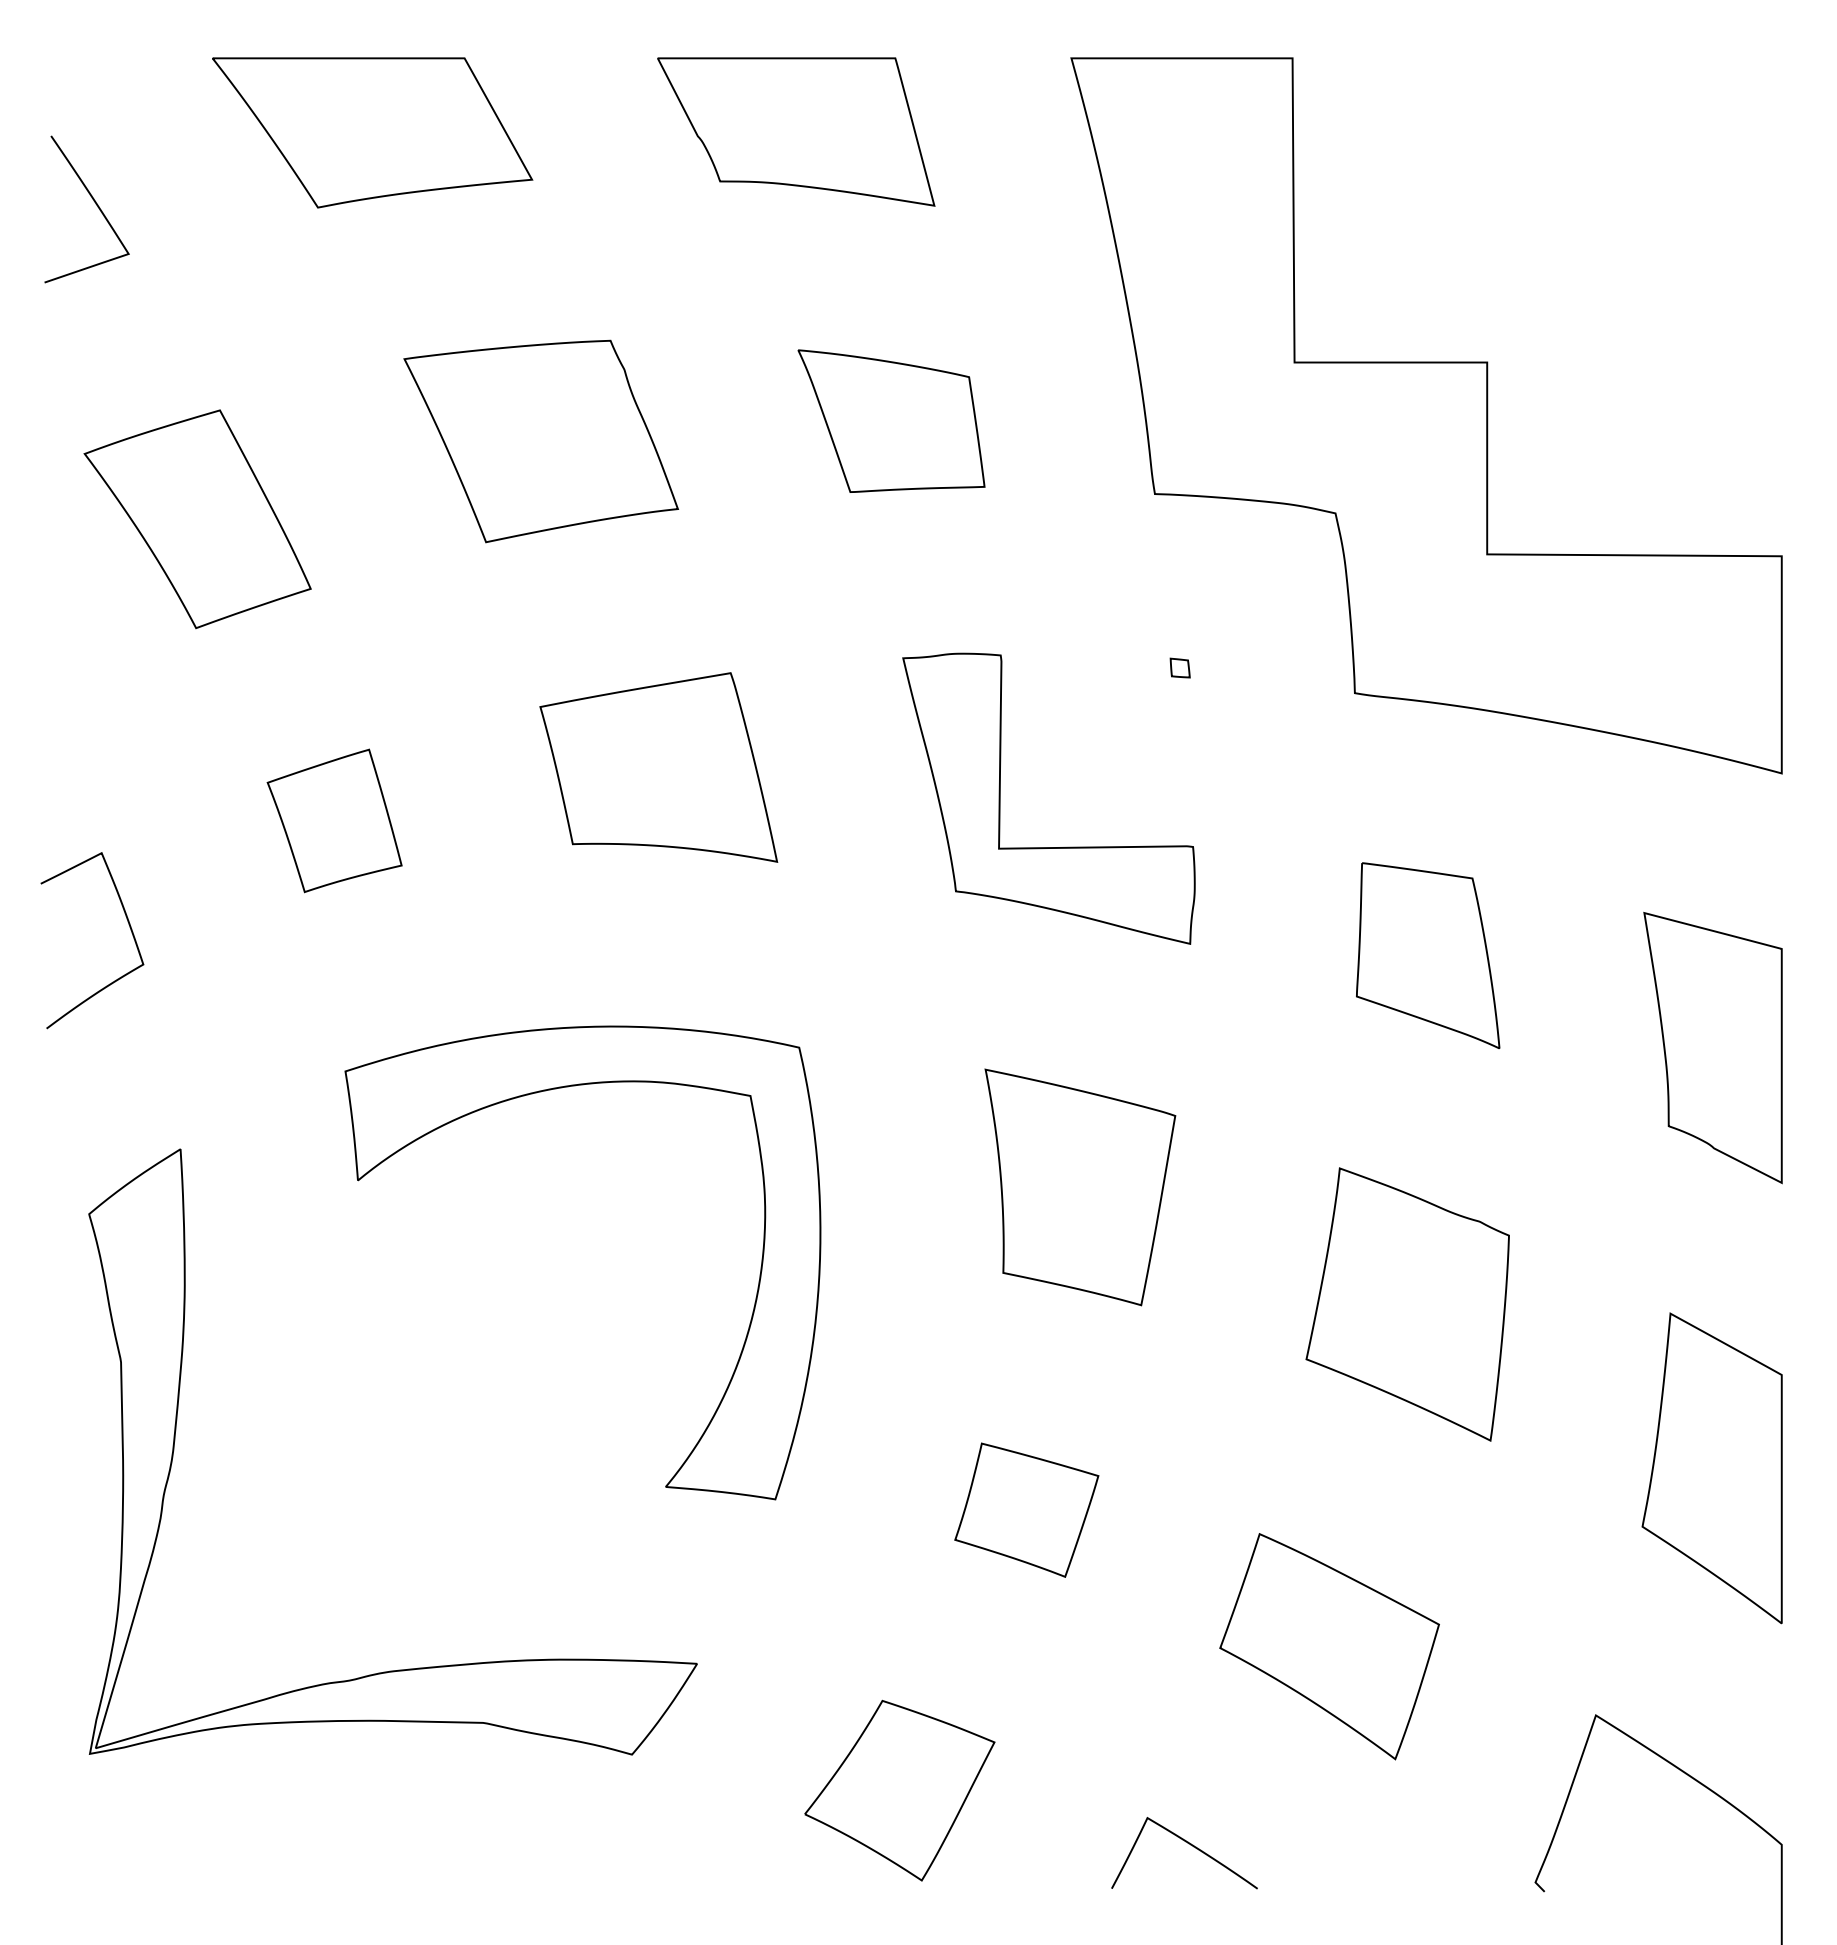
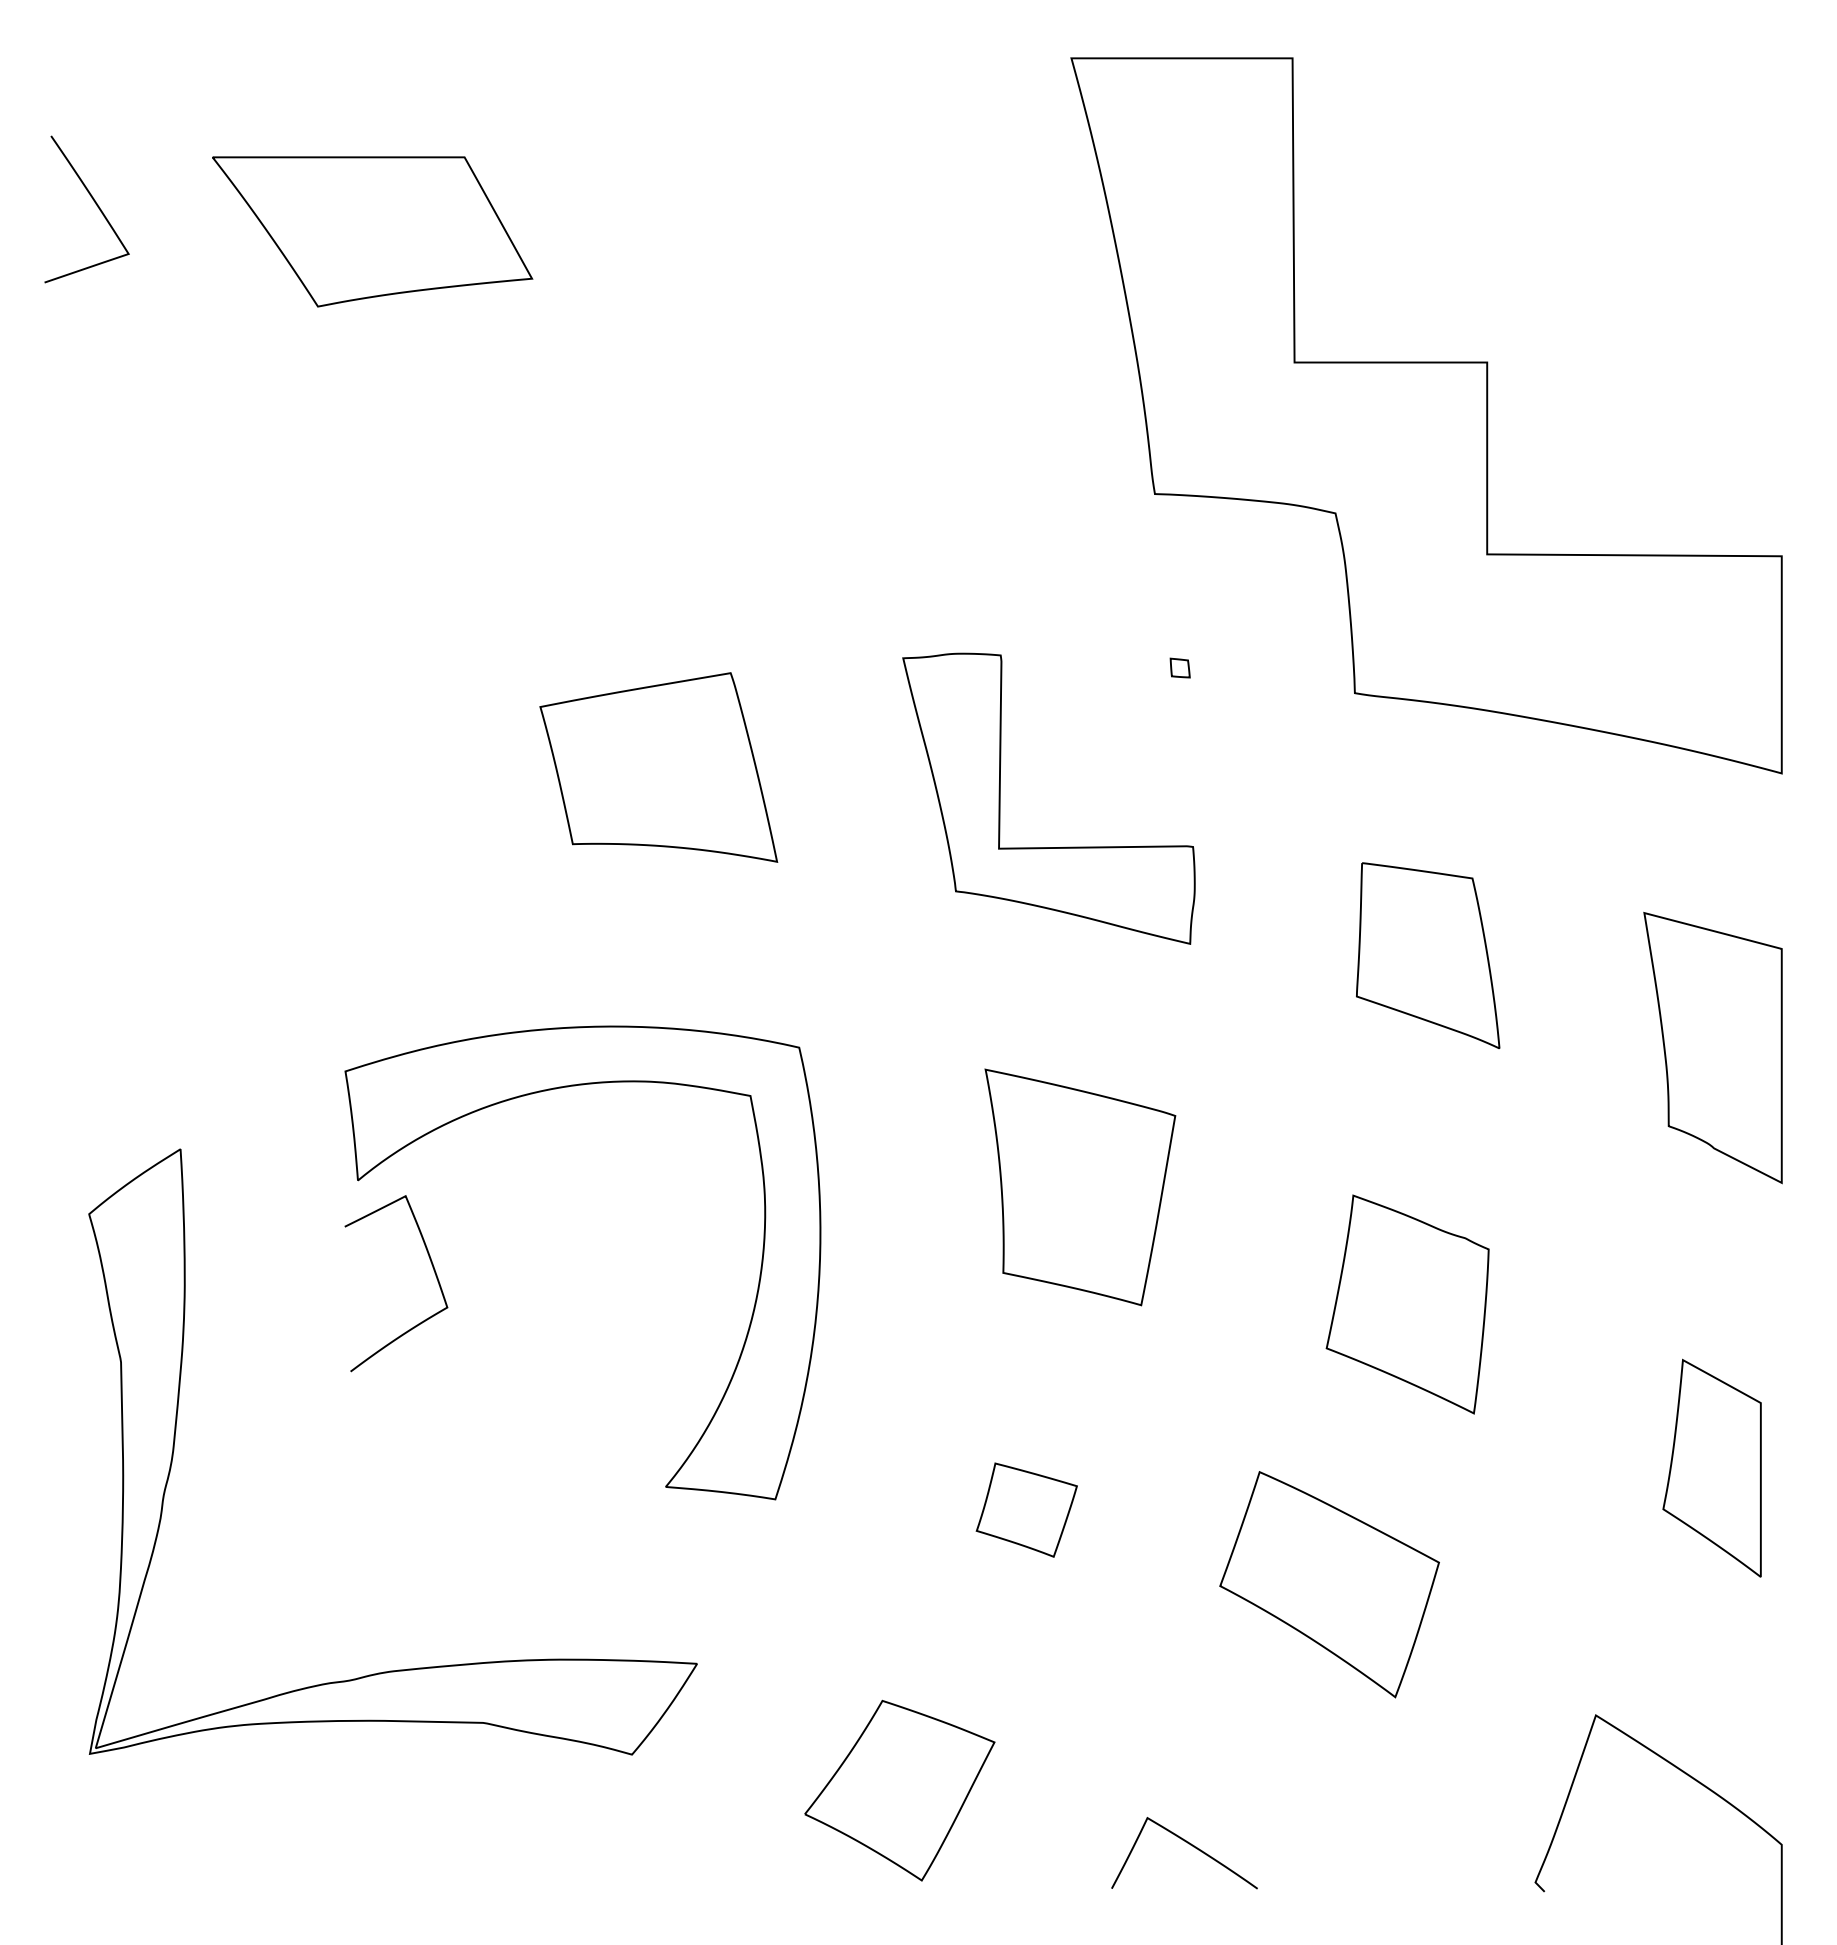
part at (796, 131): present -> none
part at (372, 132) position: (372, 132) -> (372, 231)
part at (891, 420): present -> none
part at (541, 441): present -> none
part at (197, 519): present -> none
part at (334, 820): present -> none
curve at (129, 927) position: (129, 927) -> (433, 1270)
part at (1407, 1304) size: 205x275 px -> 165x221 px
part at (1711, 1468) size: 142x313 px -> 100x220 px
part at (1026, 1509) size: 146x136 px -> 103x96 px
part at (1329, 1646) position: (1329, 1646) -> (1329, 1584)
